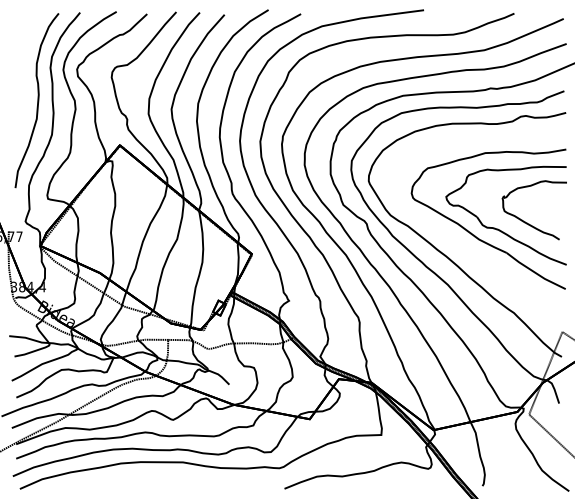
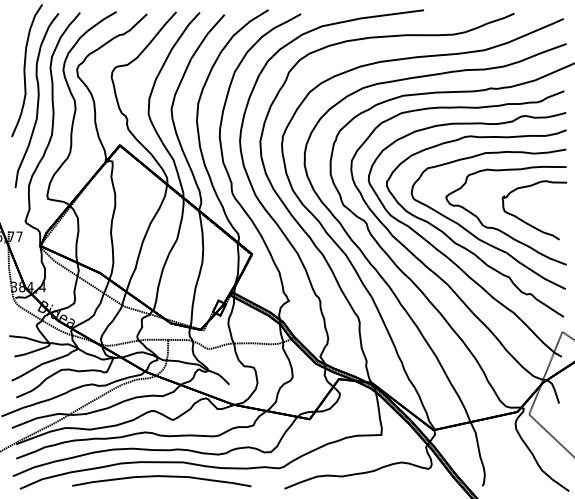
part at (26, 70): none -> present
curve at (460, 244): none -> present
curve at (161, 477): none -> present
